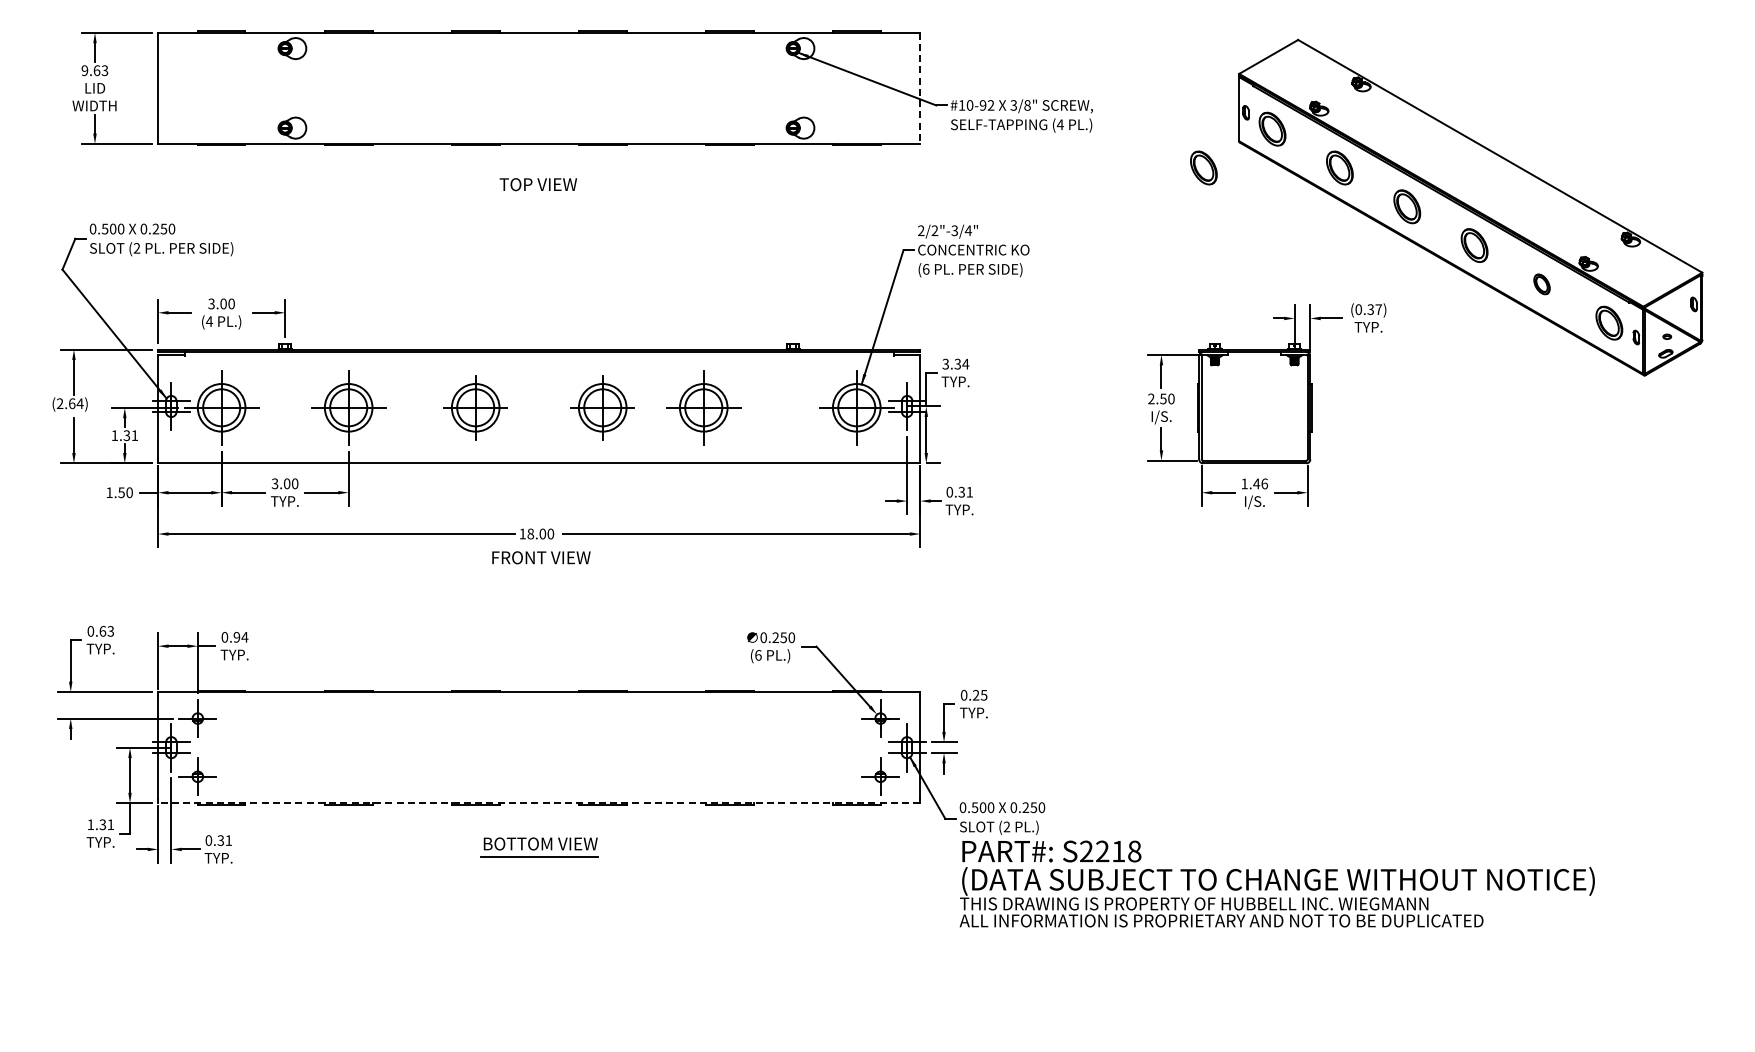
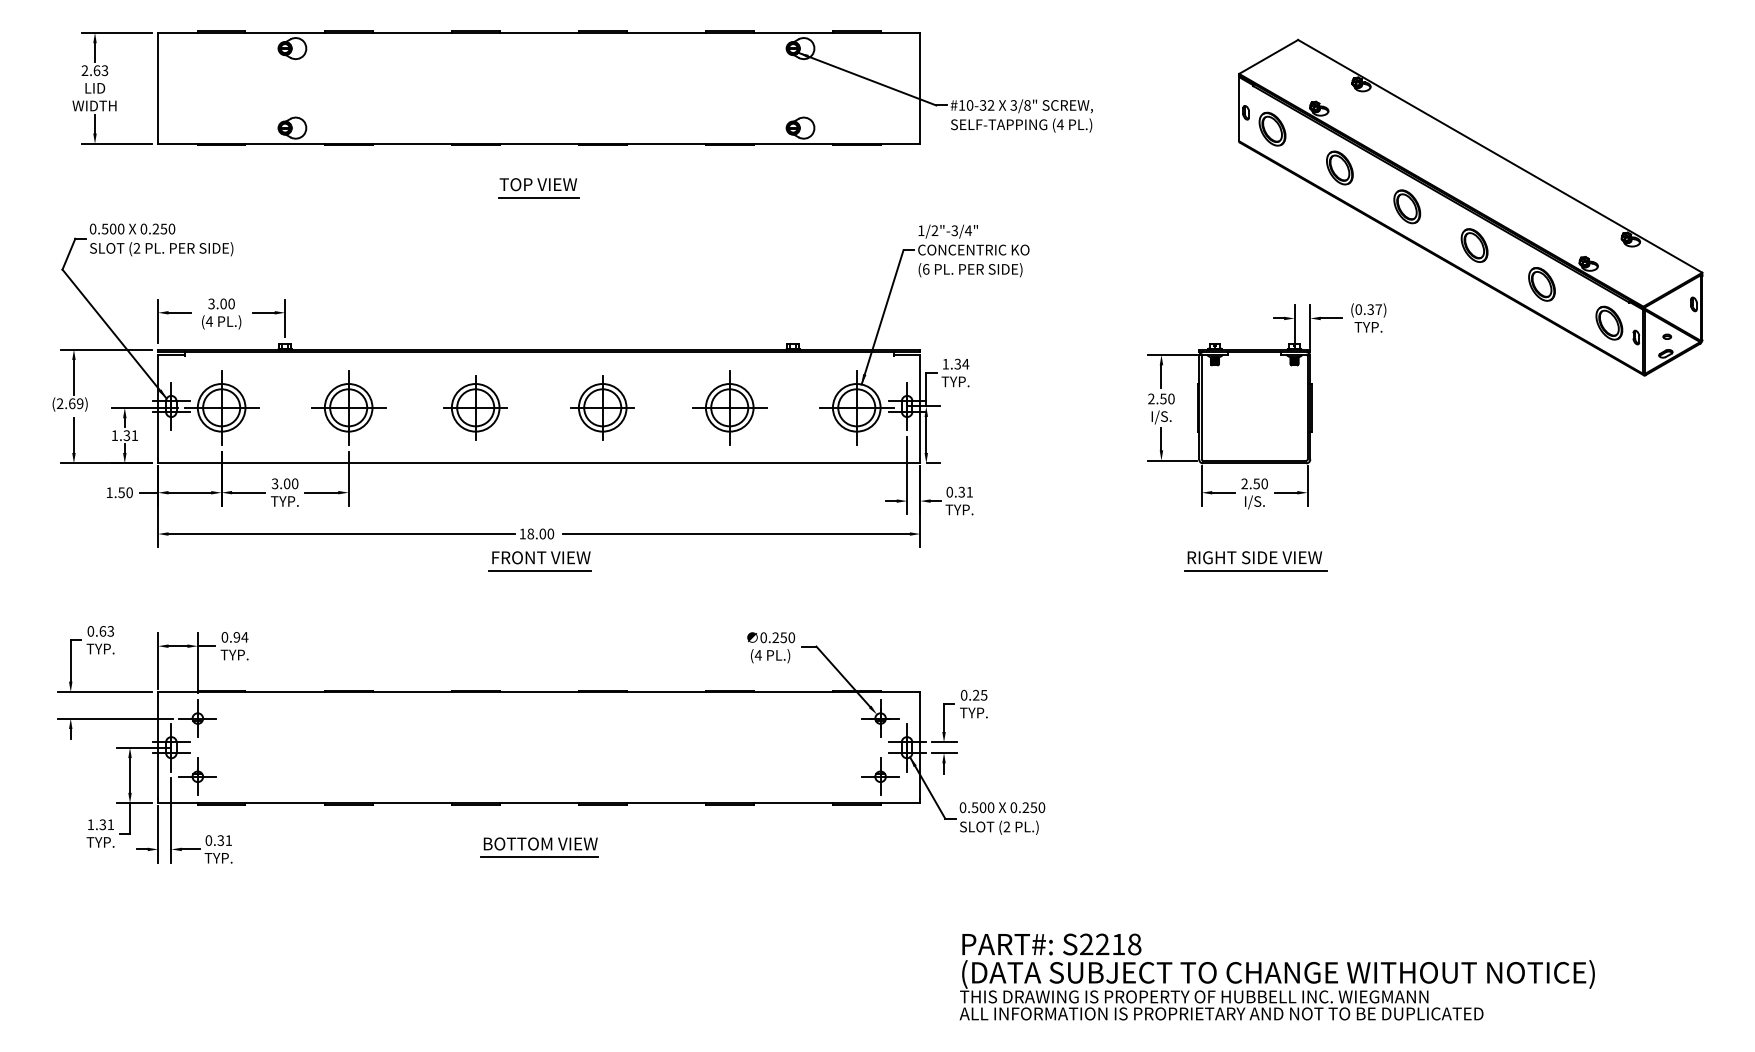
text at (84, 71): 9.63 -> 2.63
line at (920, 88): dashed -> solid
text at (982, 105): #10-92 -> #10-32
part at (1203, 167): present -> none
line at (539, 197): none -> present
text at (921, 230): 2/2"-3/4" -> 1/2"-3/4"
part at (1541, 284) size: 18x23 px -> 28x35 px
text at (945, 363): 3.34 -> 1.34
text at (79, 403): (2.64) -> (2.69)
part at (703, 407) position: (703, 407) -> (729, 407)
text at (1254, 483): 1.46 -> 2.50
part at (1255, 561): none -> present
line at (540, 570): none -> present
text at (757, 655): (6 -> (4
line at (538, 803): dashed -> solid
text at (1276, 883) position: (1276, 883) -> (1276, 976)
